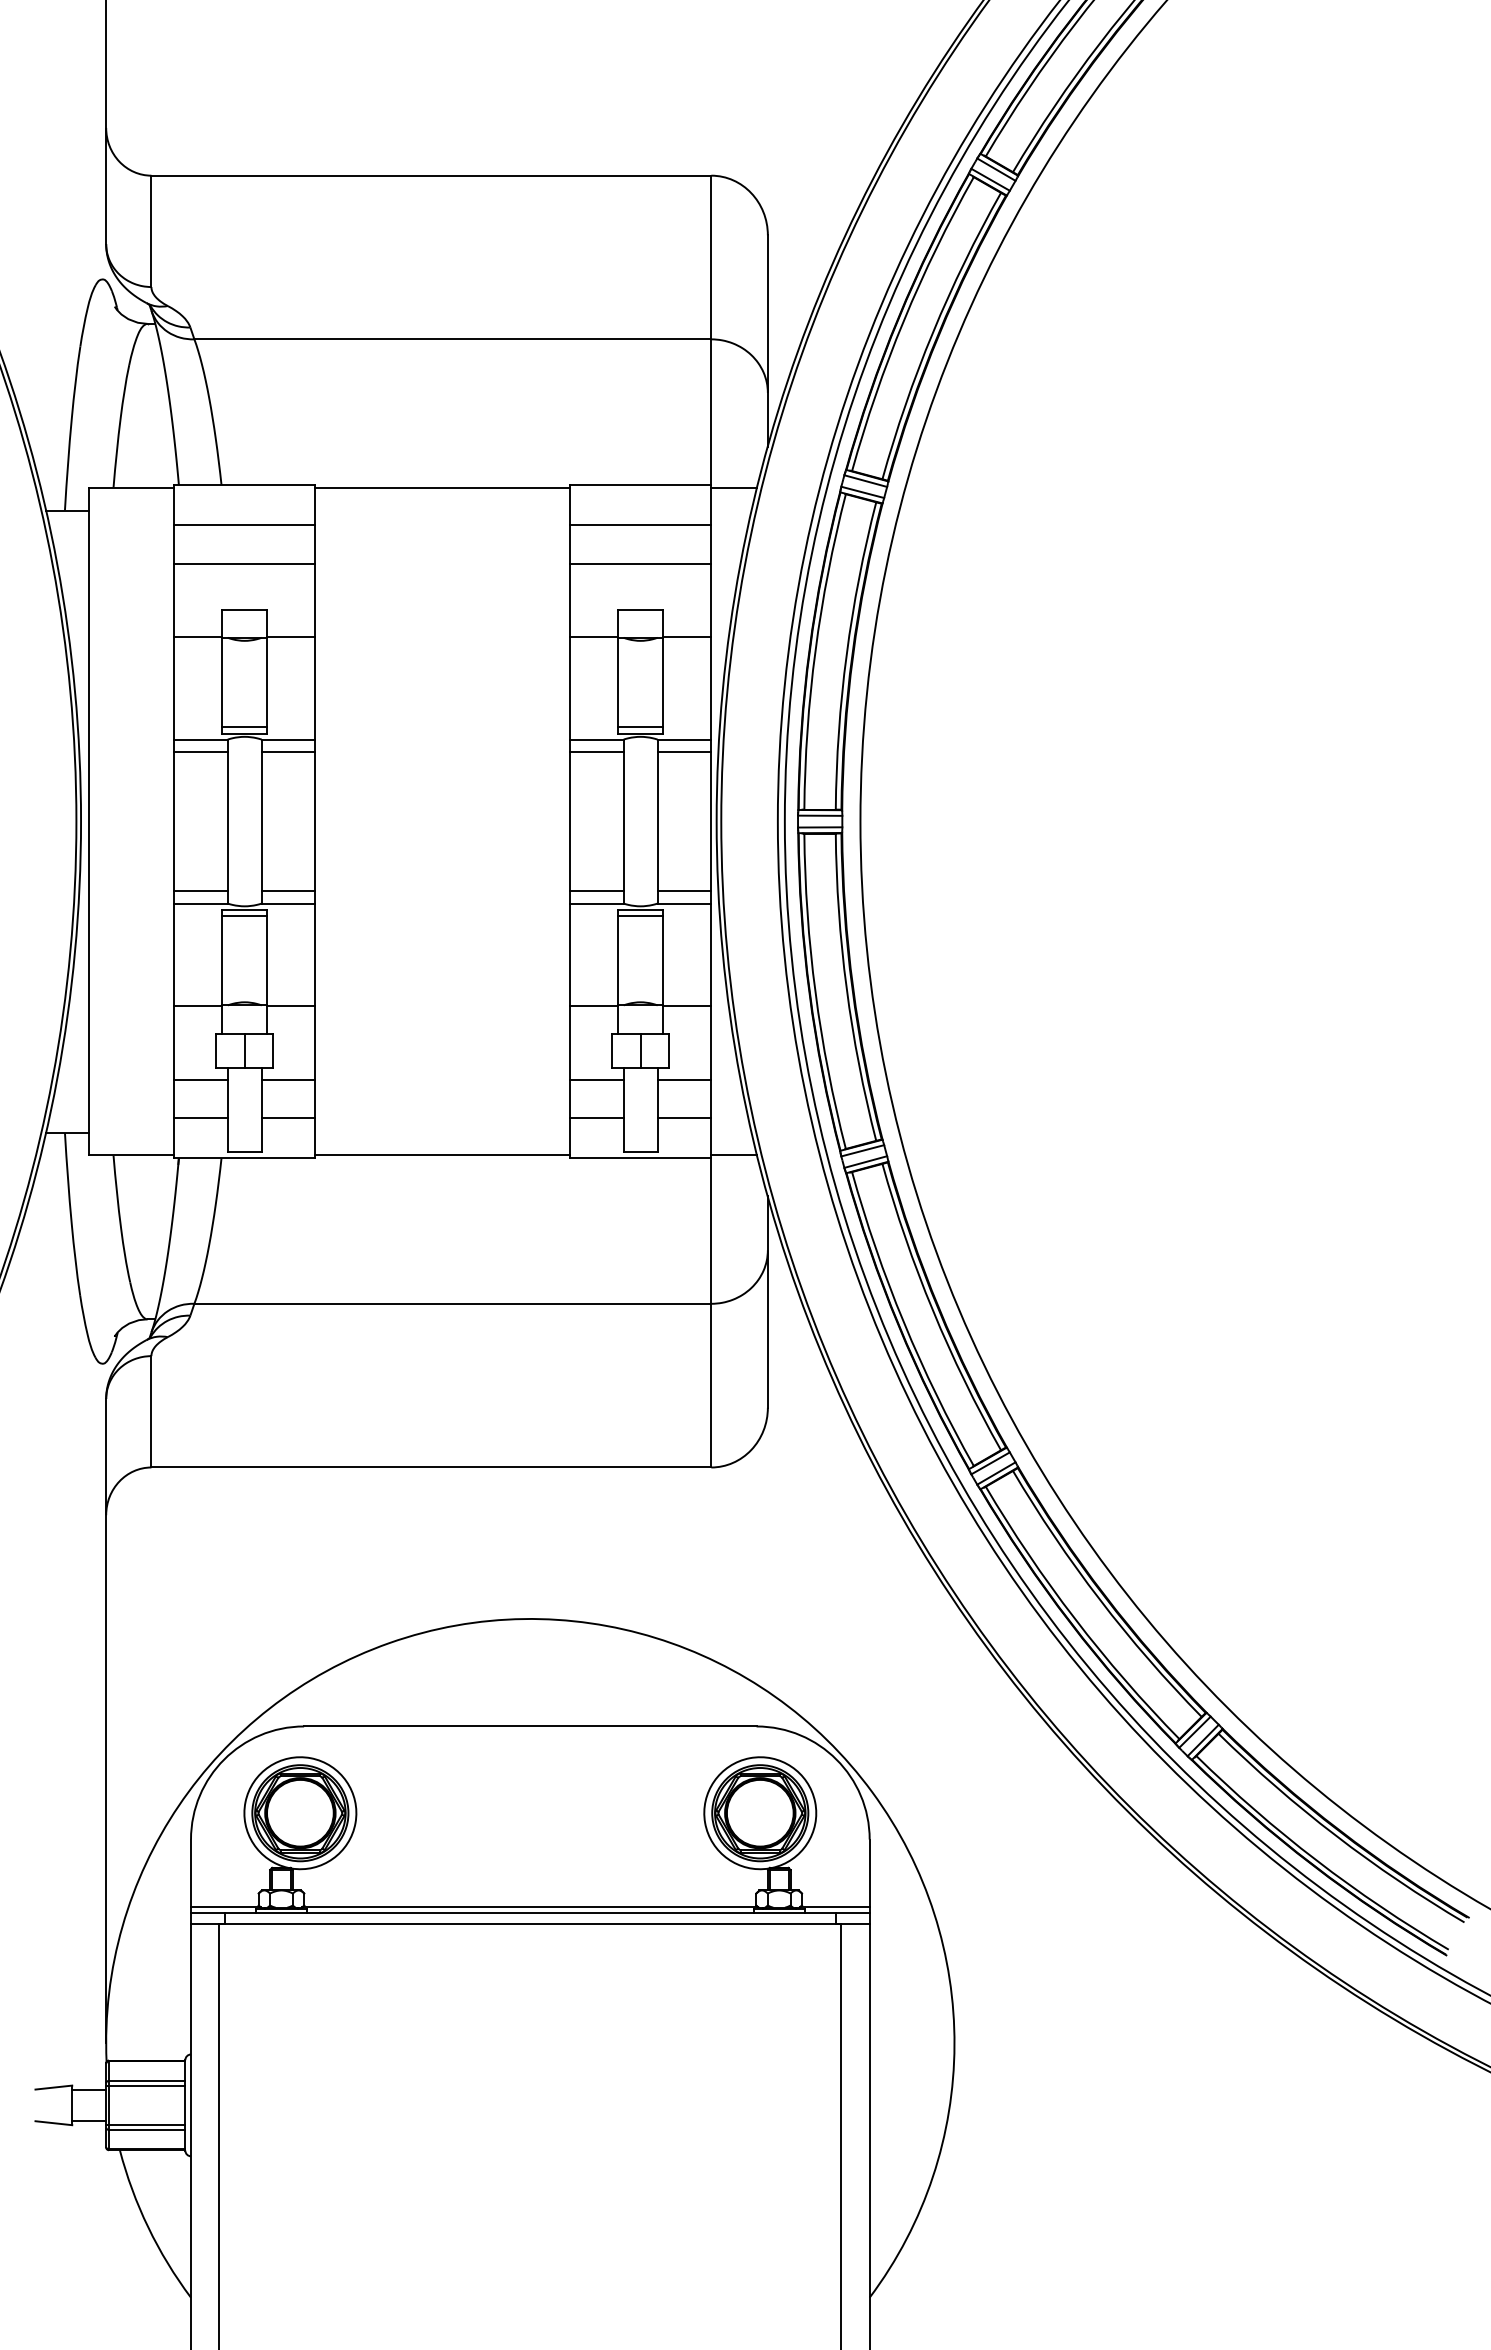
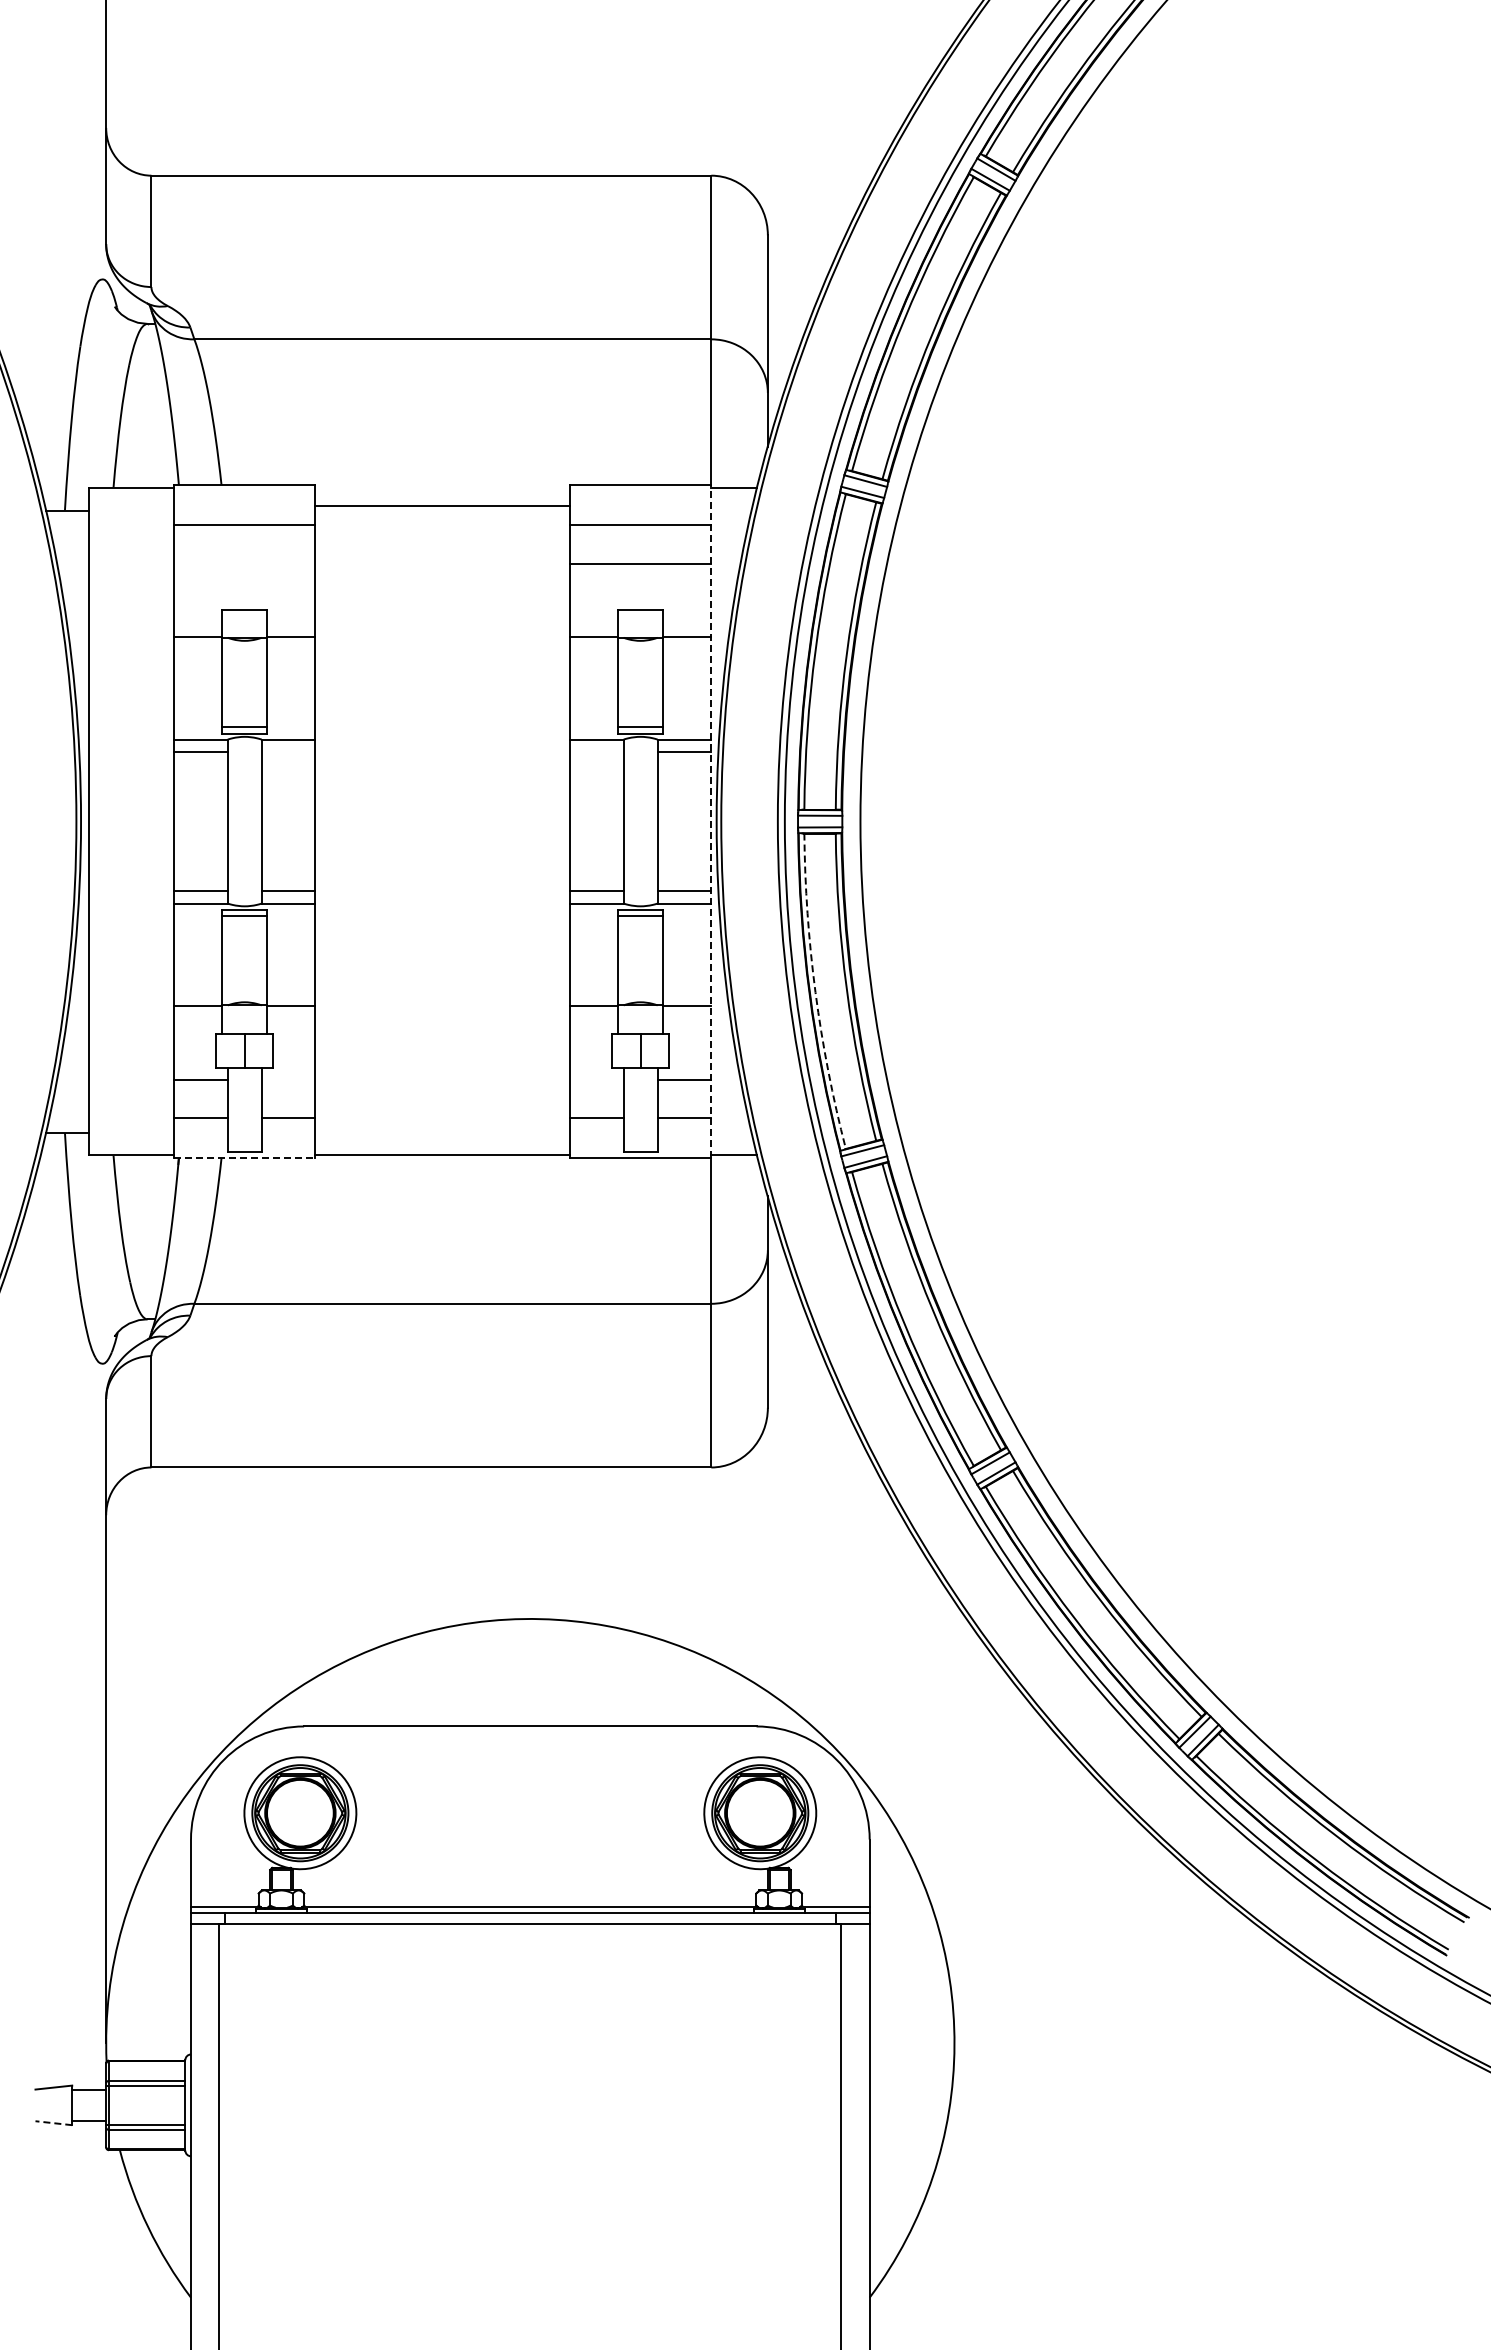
line at (442, 487) position: (442, 487) -> (442, 505)
line at (244, 563): present -> none
line at (288, 751): present -> none
line at (596, 751): present -> none
line at (711, 821): solid -> dashed
arc at (815, 992): solid -> dashed
line at (288, 1079): present -> none
line at (596, 1079): present -> none
line at (244, 1158): solid -> dashed
line at (53, 2123): solid -> dashed
